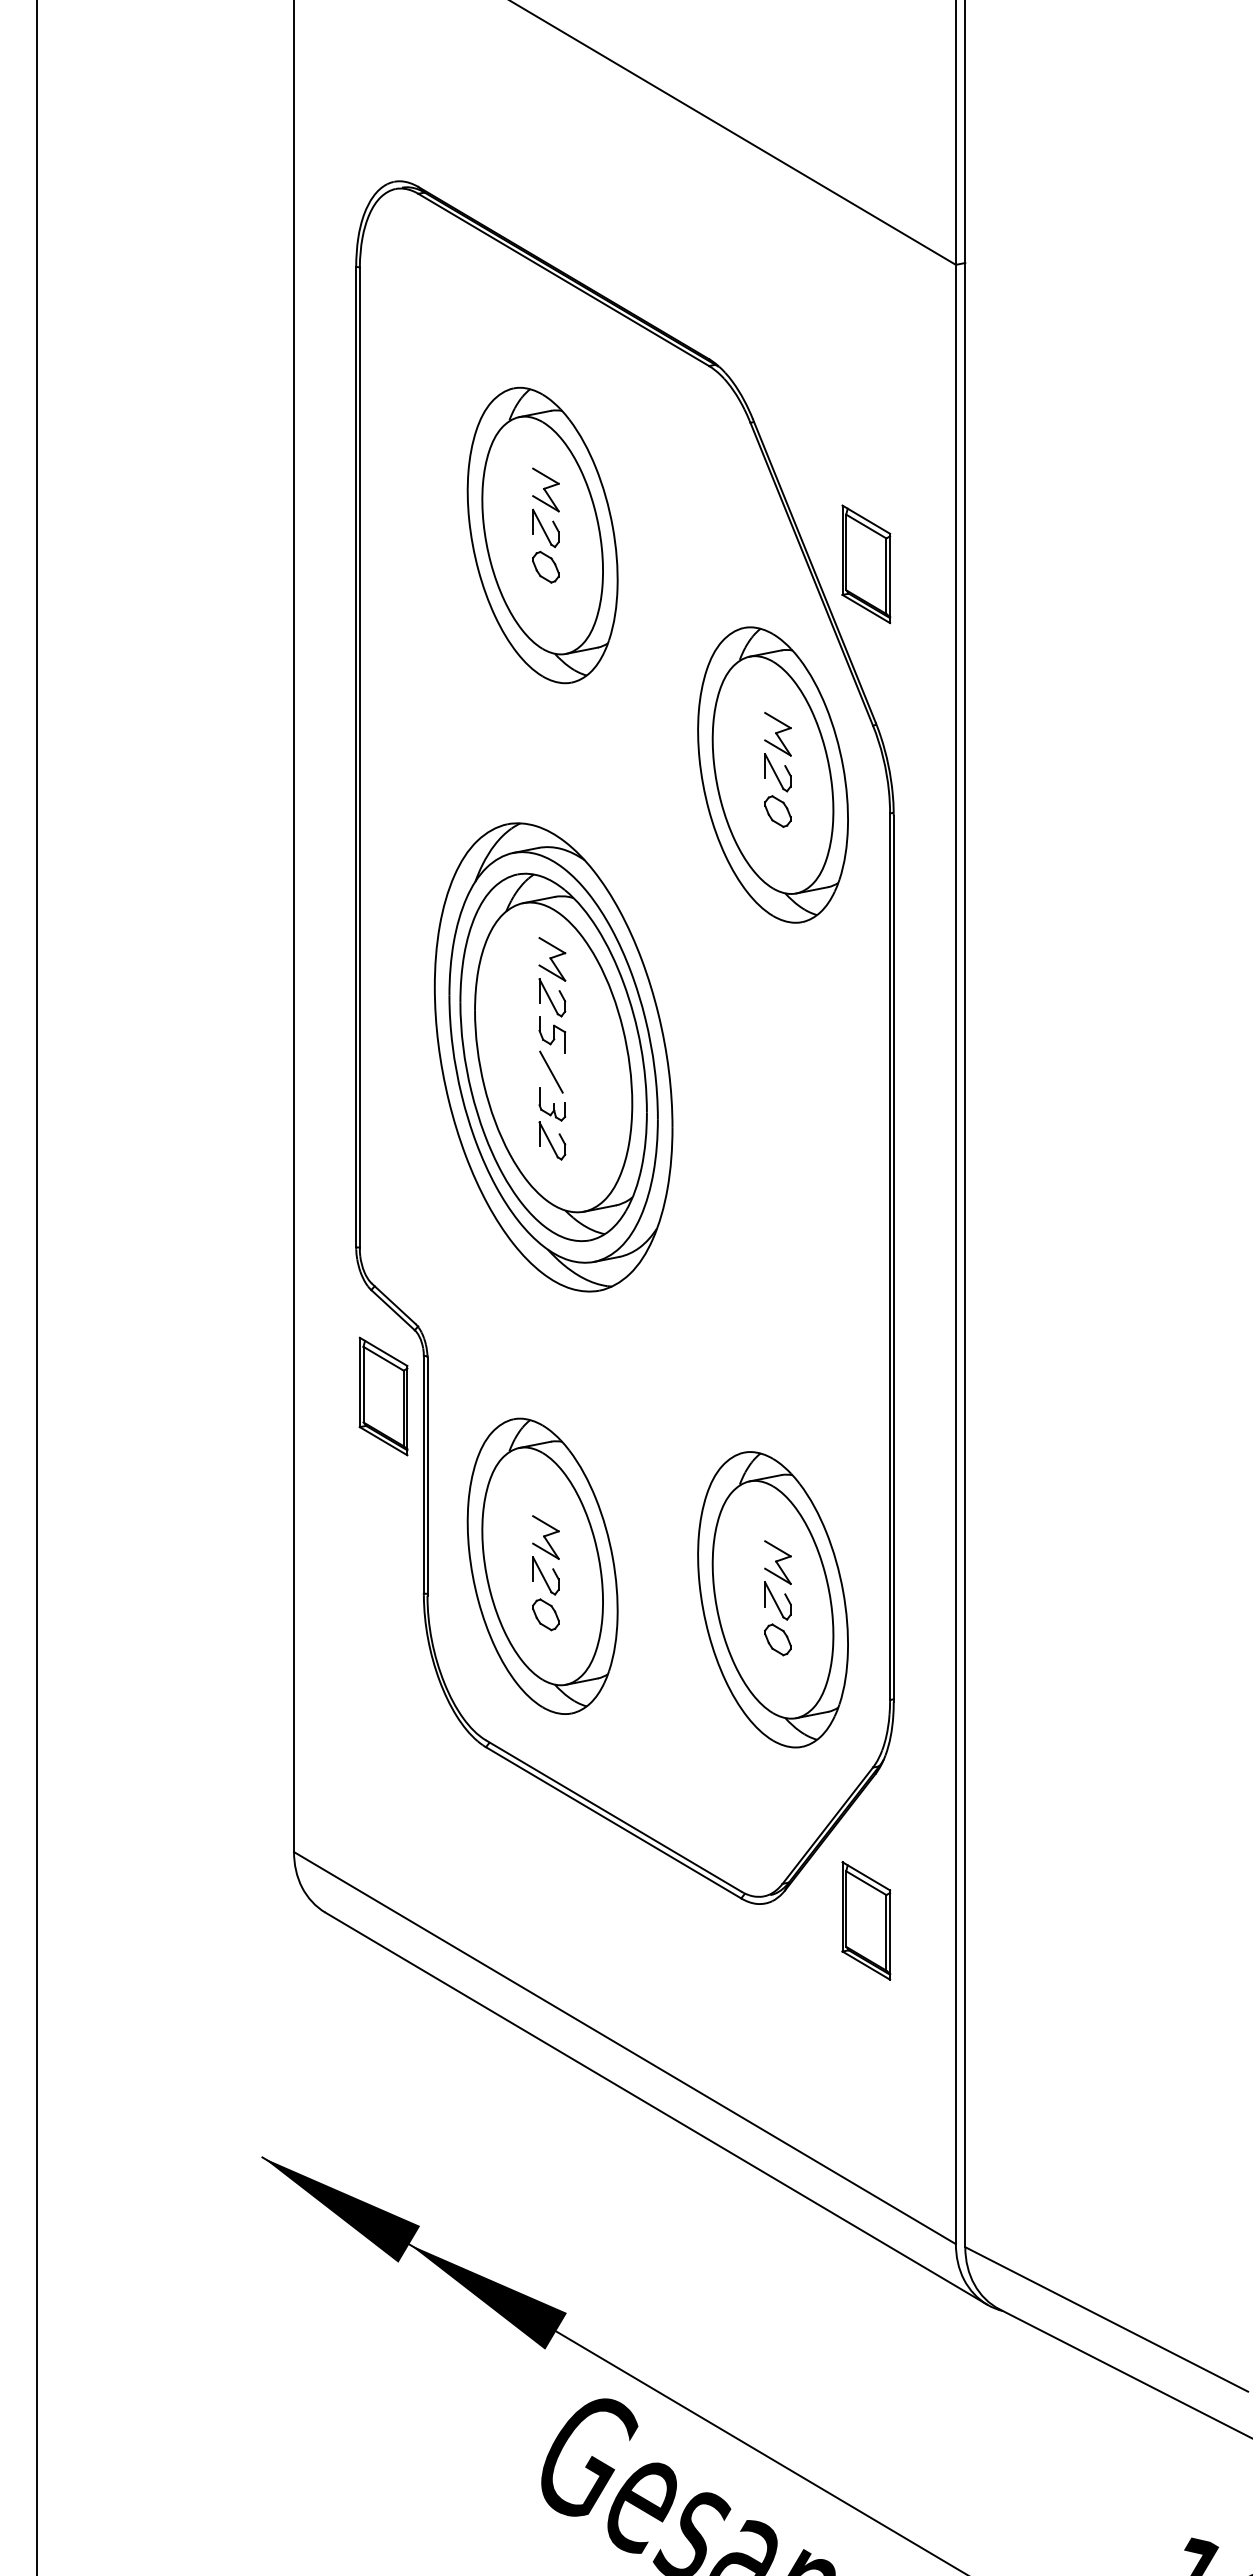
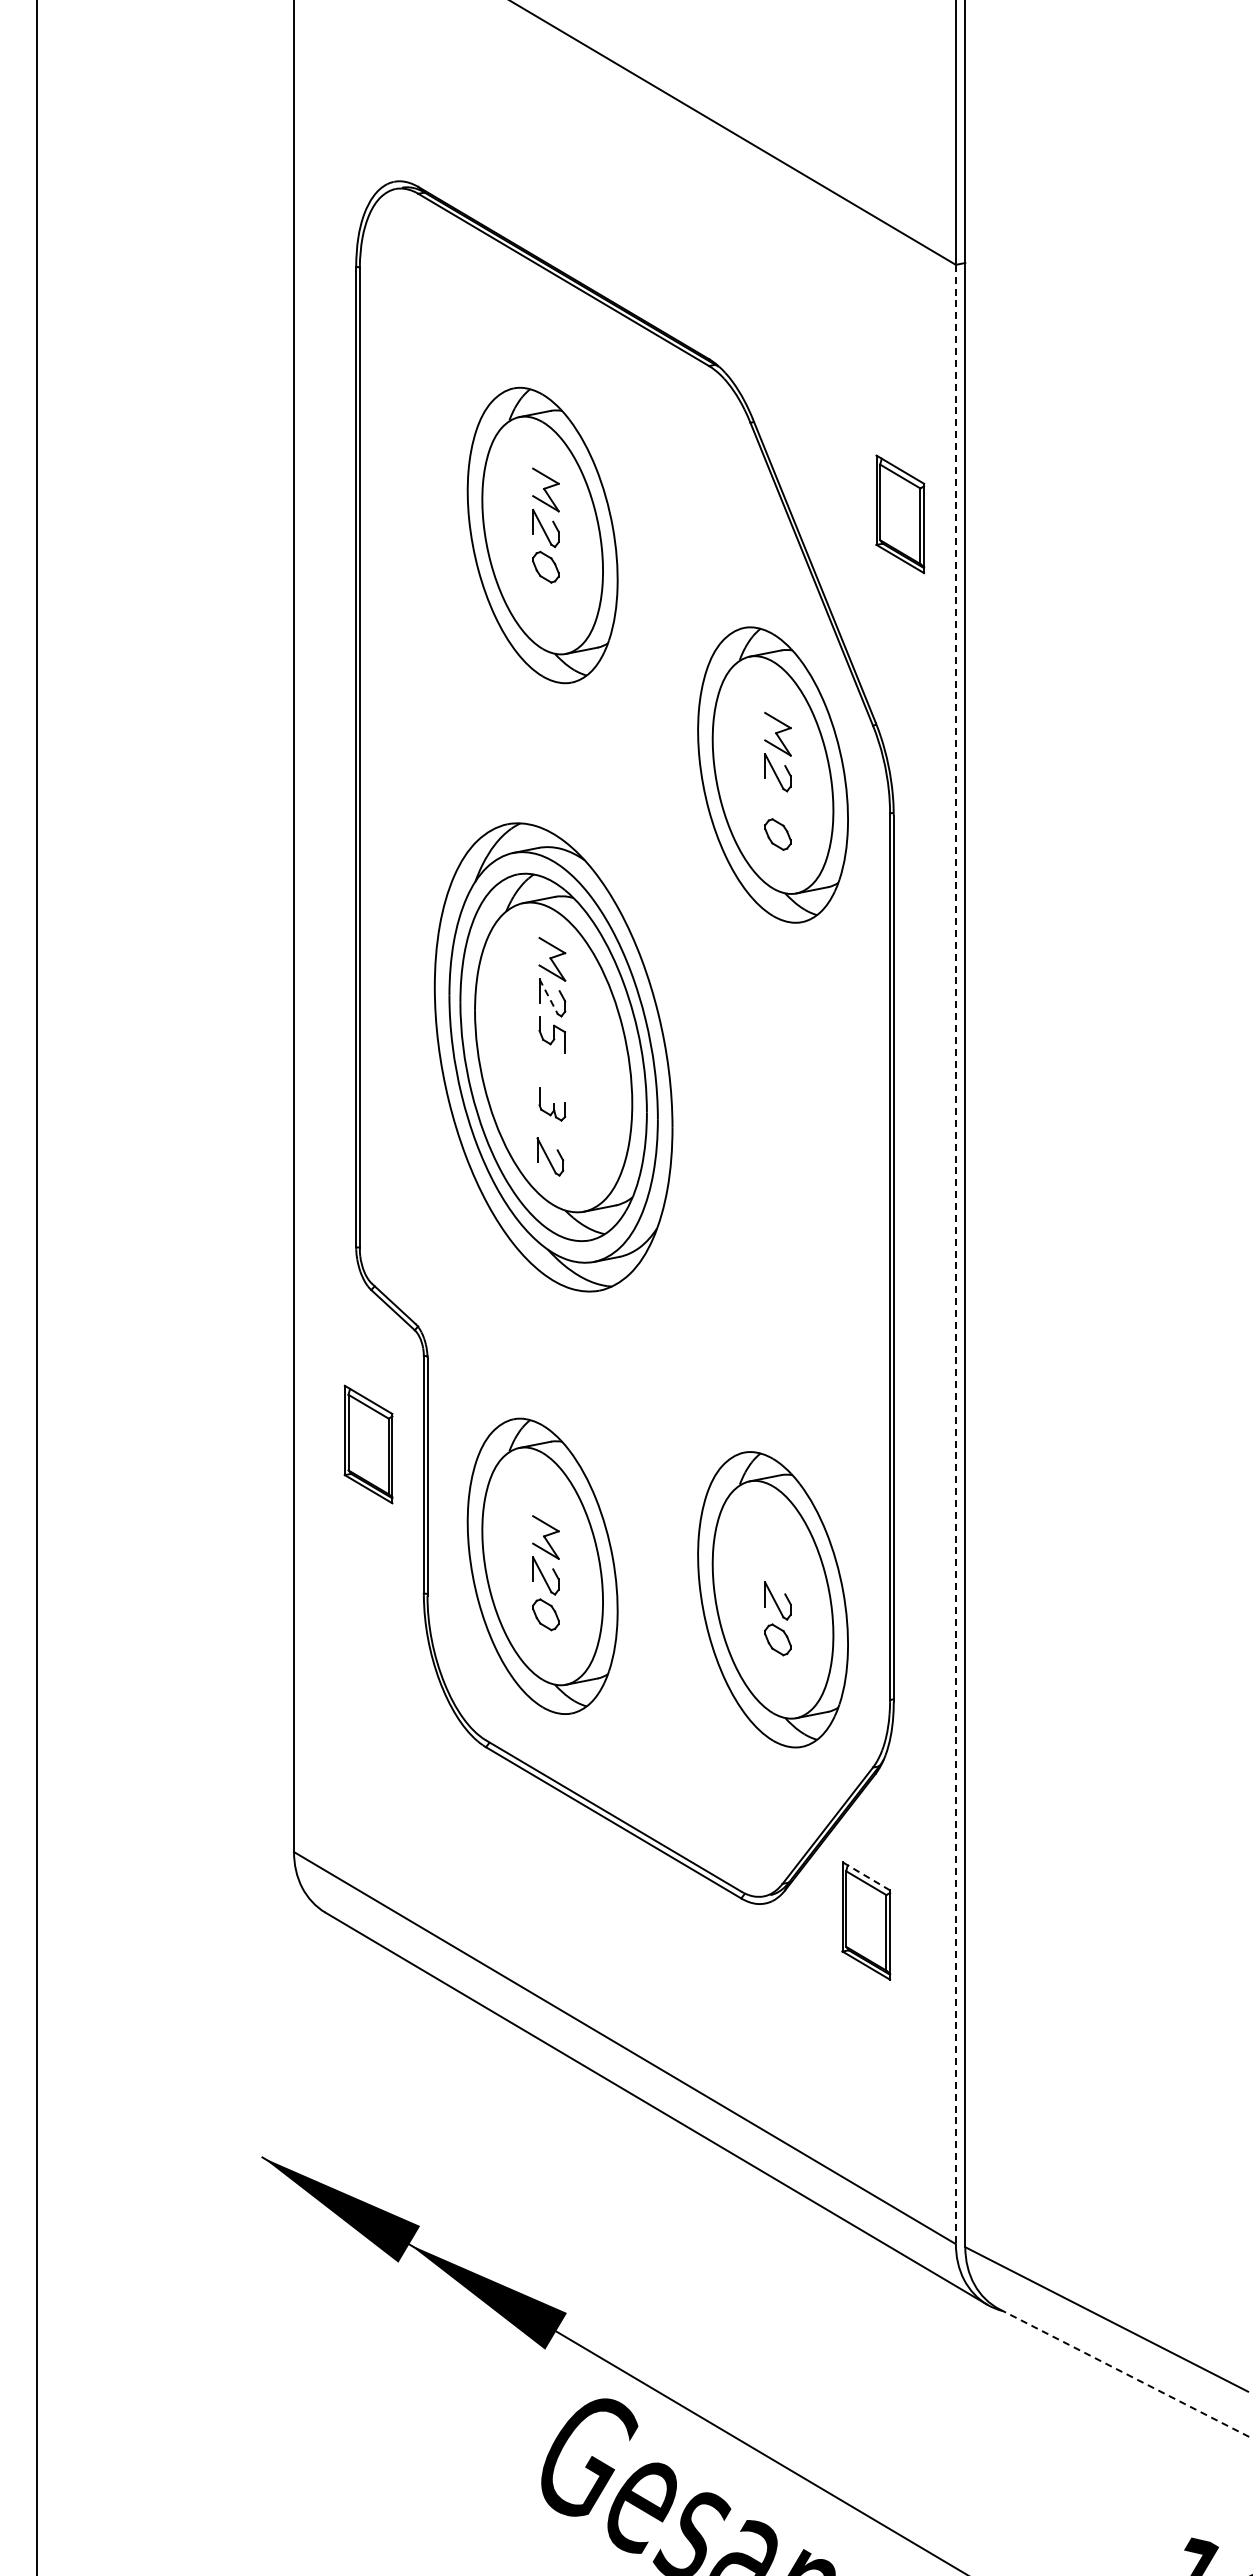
part at (866, 564) position: (866, 564) -> (900, 514)
part at (777, 811) position: (777, 811) -> (777, 834)
line at (548, 996): solid -> dashed
line at (551, 1071): present -> none
part at (552, 1140) position: (552, 1140) -> (550, 1156)
line at (955, 1254): solid -> dashed
part at (383, 1396) position: (383, 1396) -> (368, 1444)
part at (777, 1562): present -> none
line at (866, 1876): solid -> dashed
line at (1126, 2373): solid -> dashed
